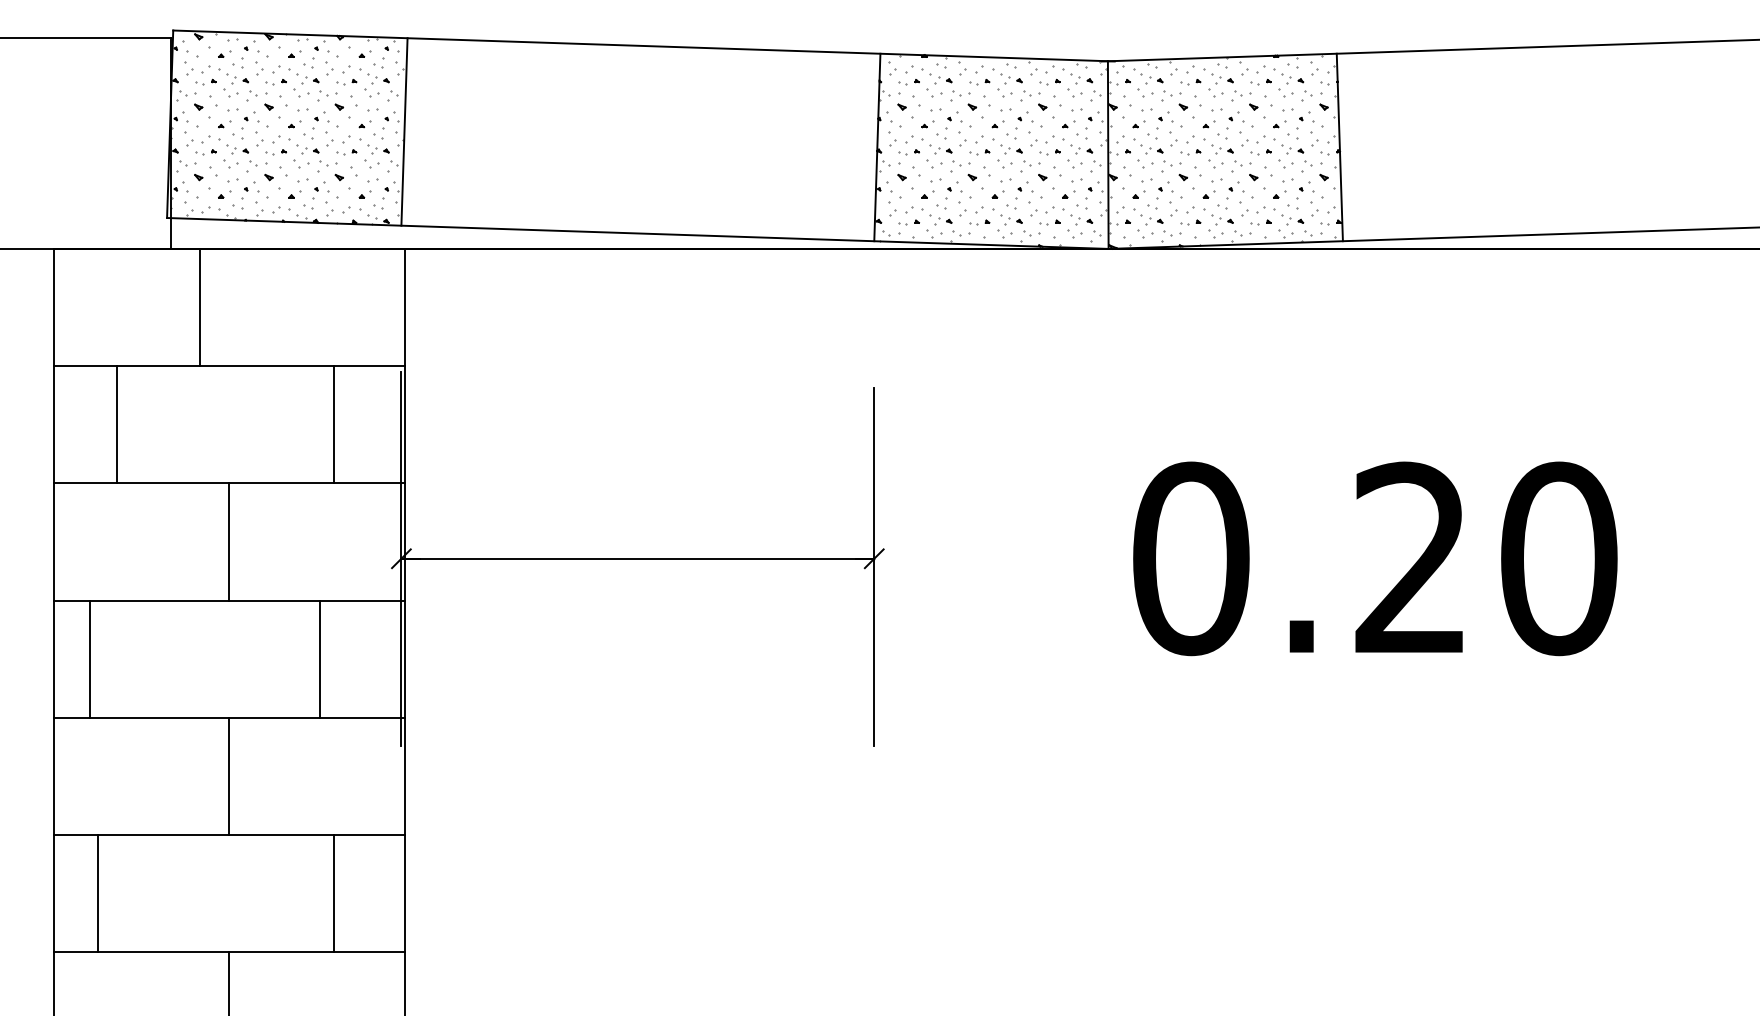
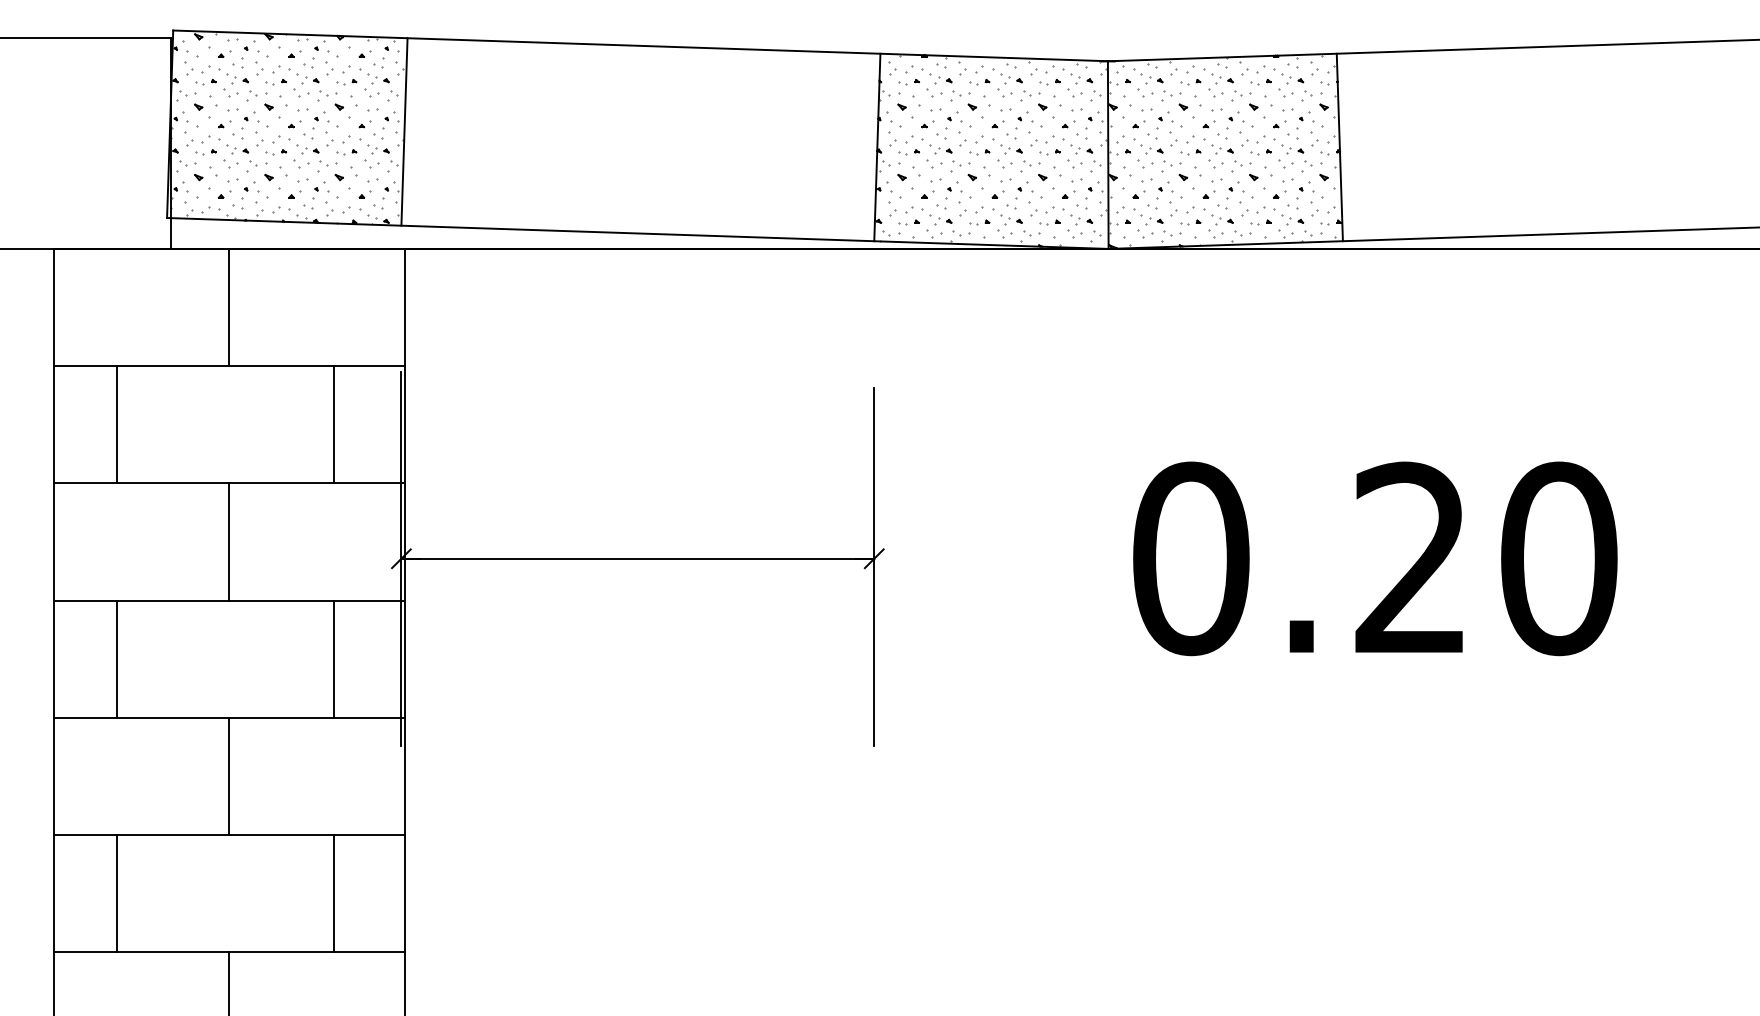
line at (200, 307) position: (200, 307) -> (229, 307)
line at (90, 658) position: (90, 658) -> (117, 658)
line at (319, 658) position: (319, 658) -> (333, 658)
line at (98, 893) position: (98, 893) -> (117, 893)
